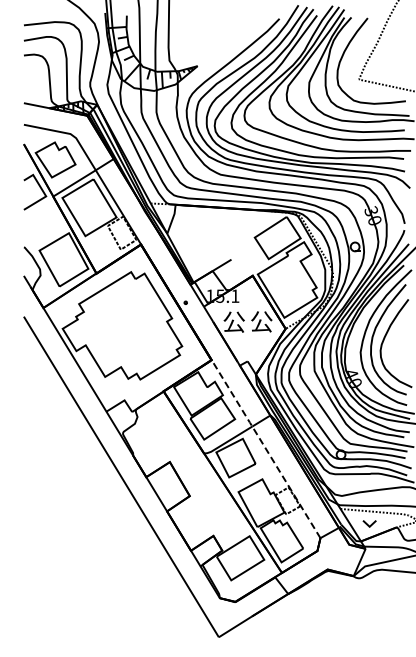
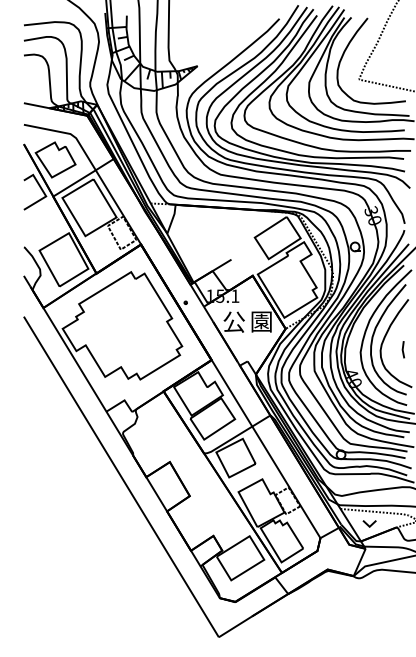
text at (261, 321): 公 -> 園
line at (403, 349): none -> present
line at (265, 448): dashed -> solid
